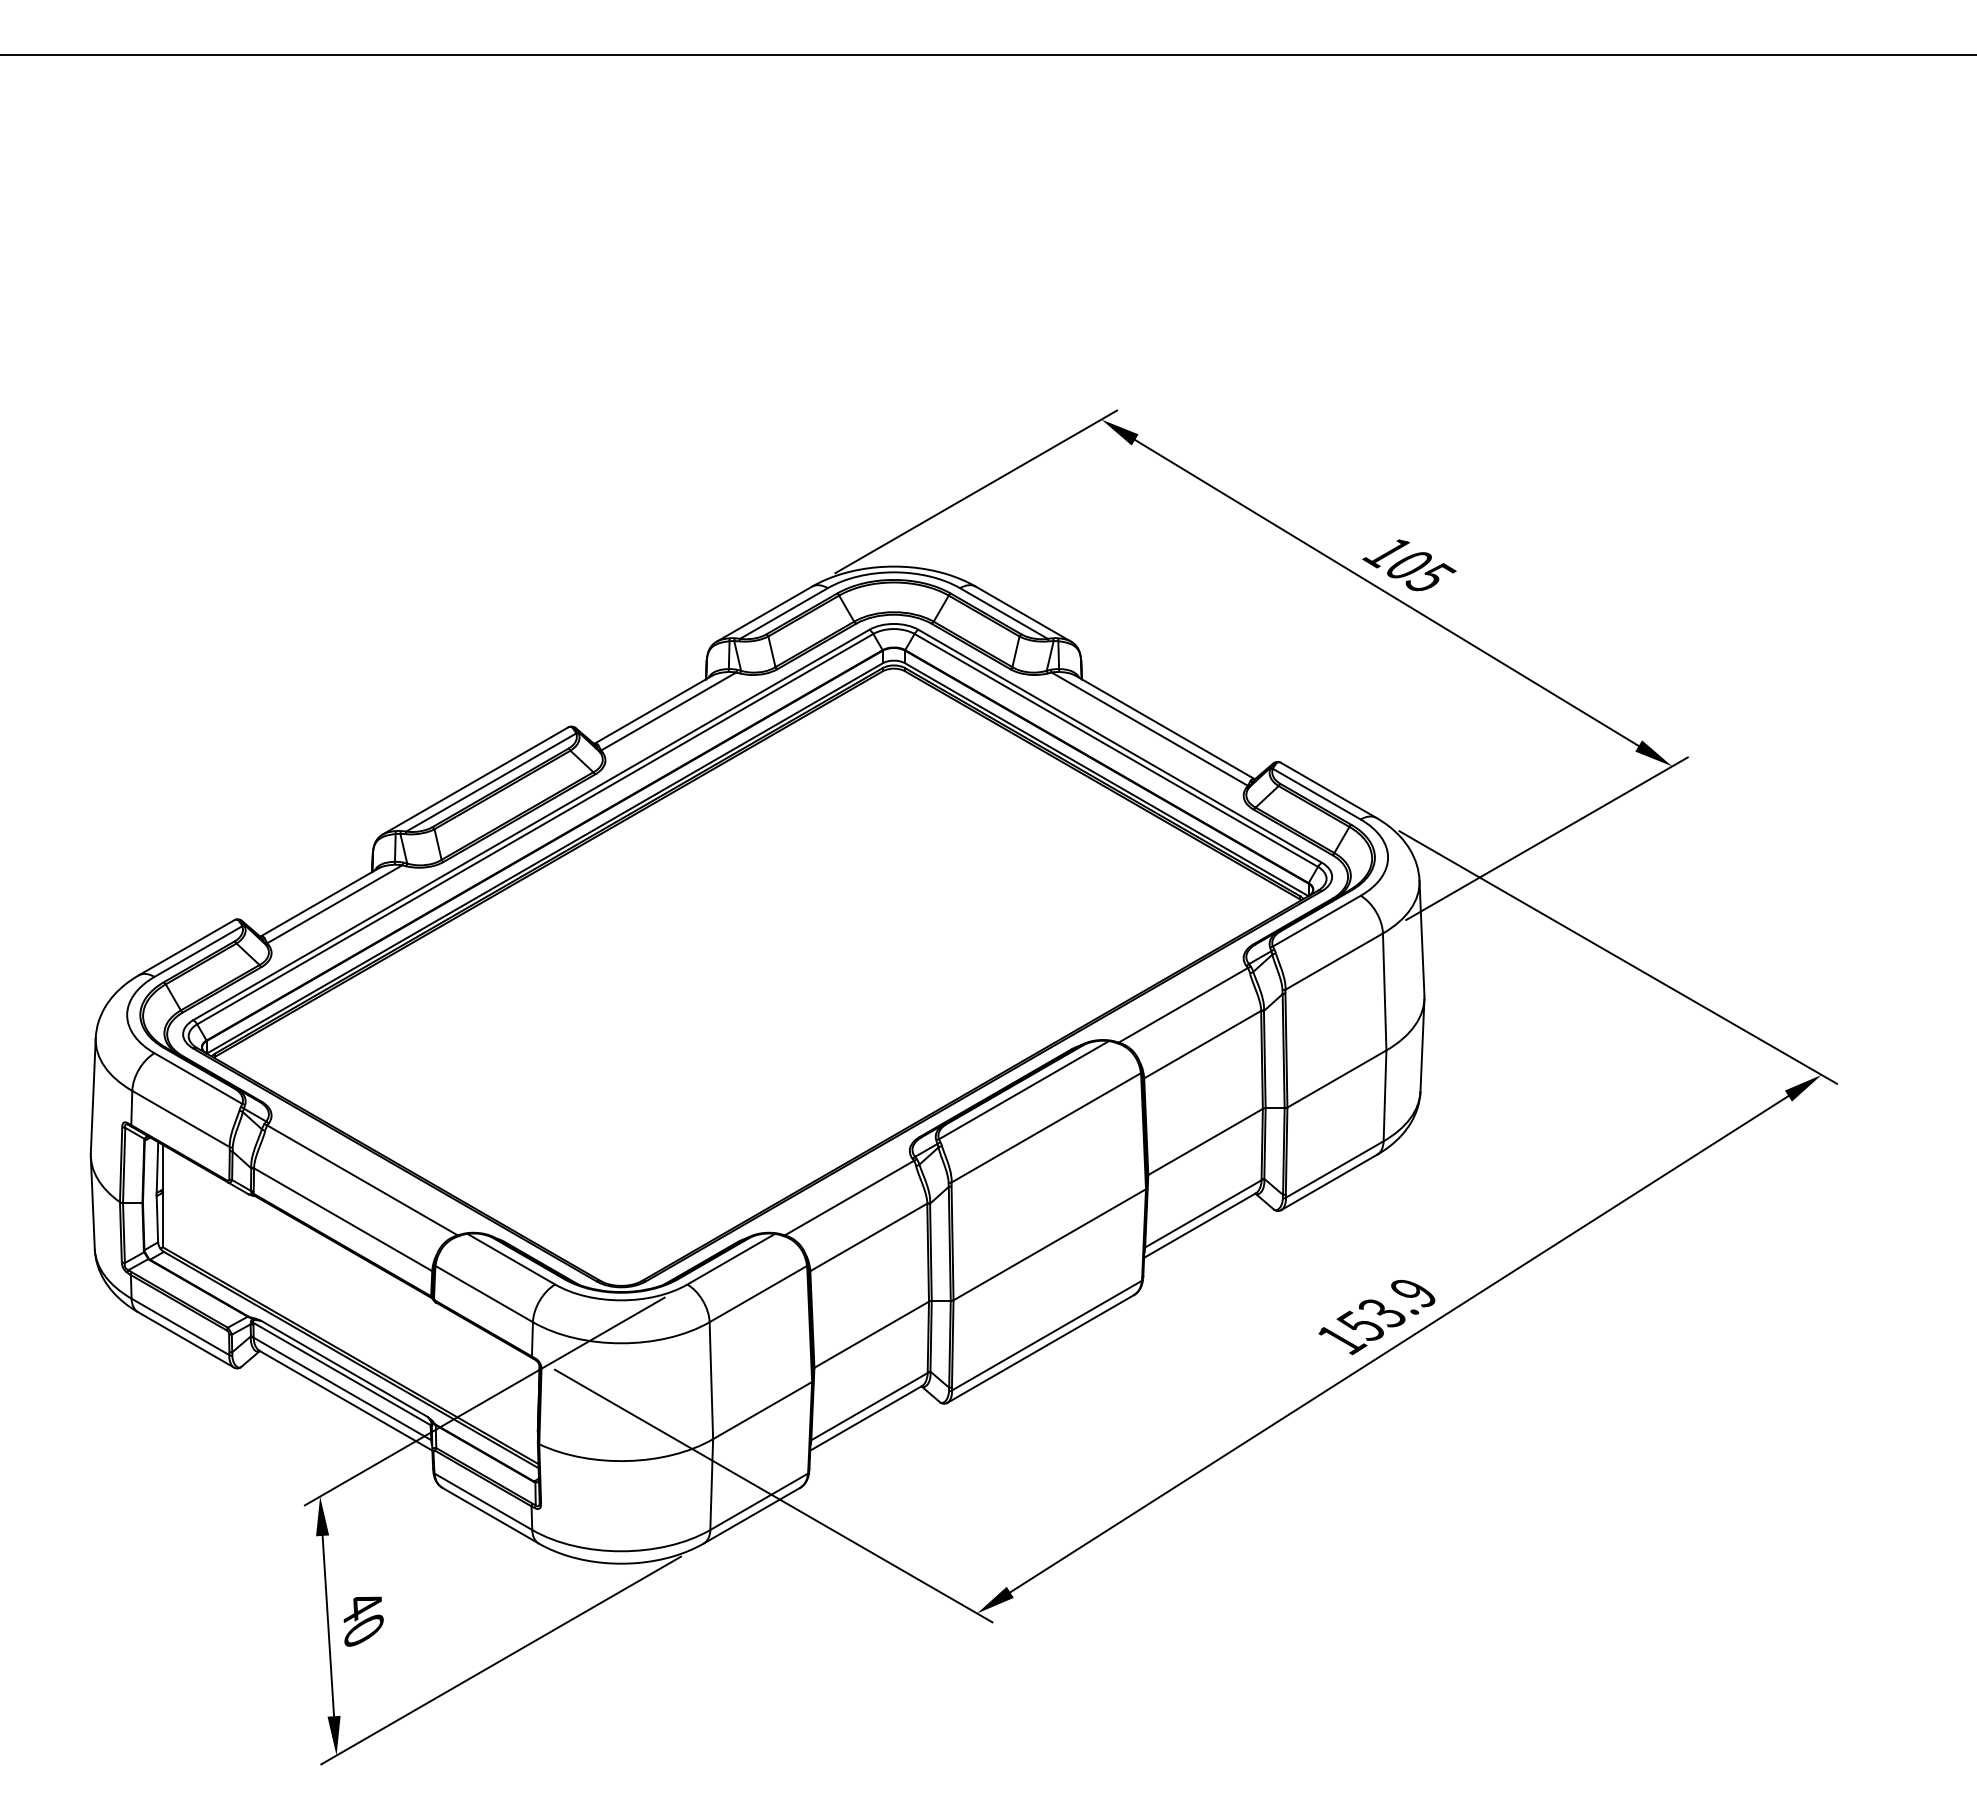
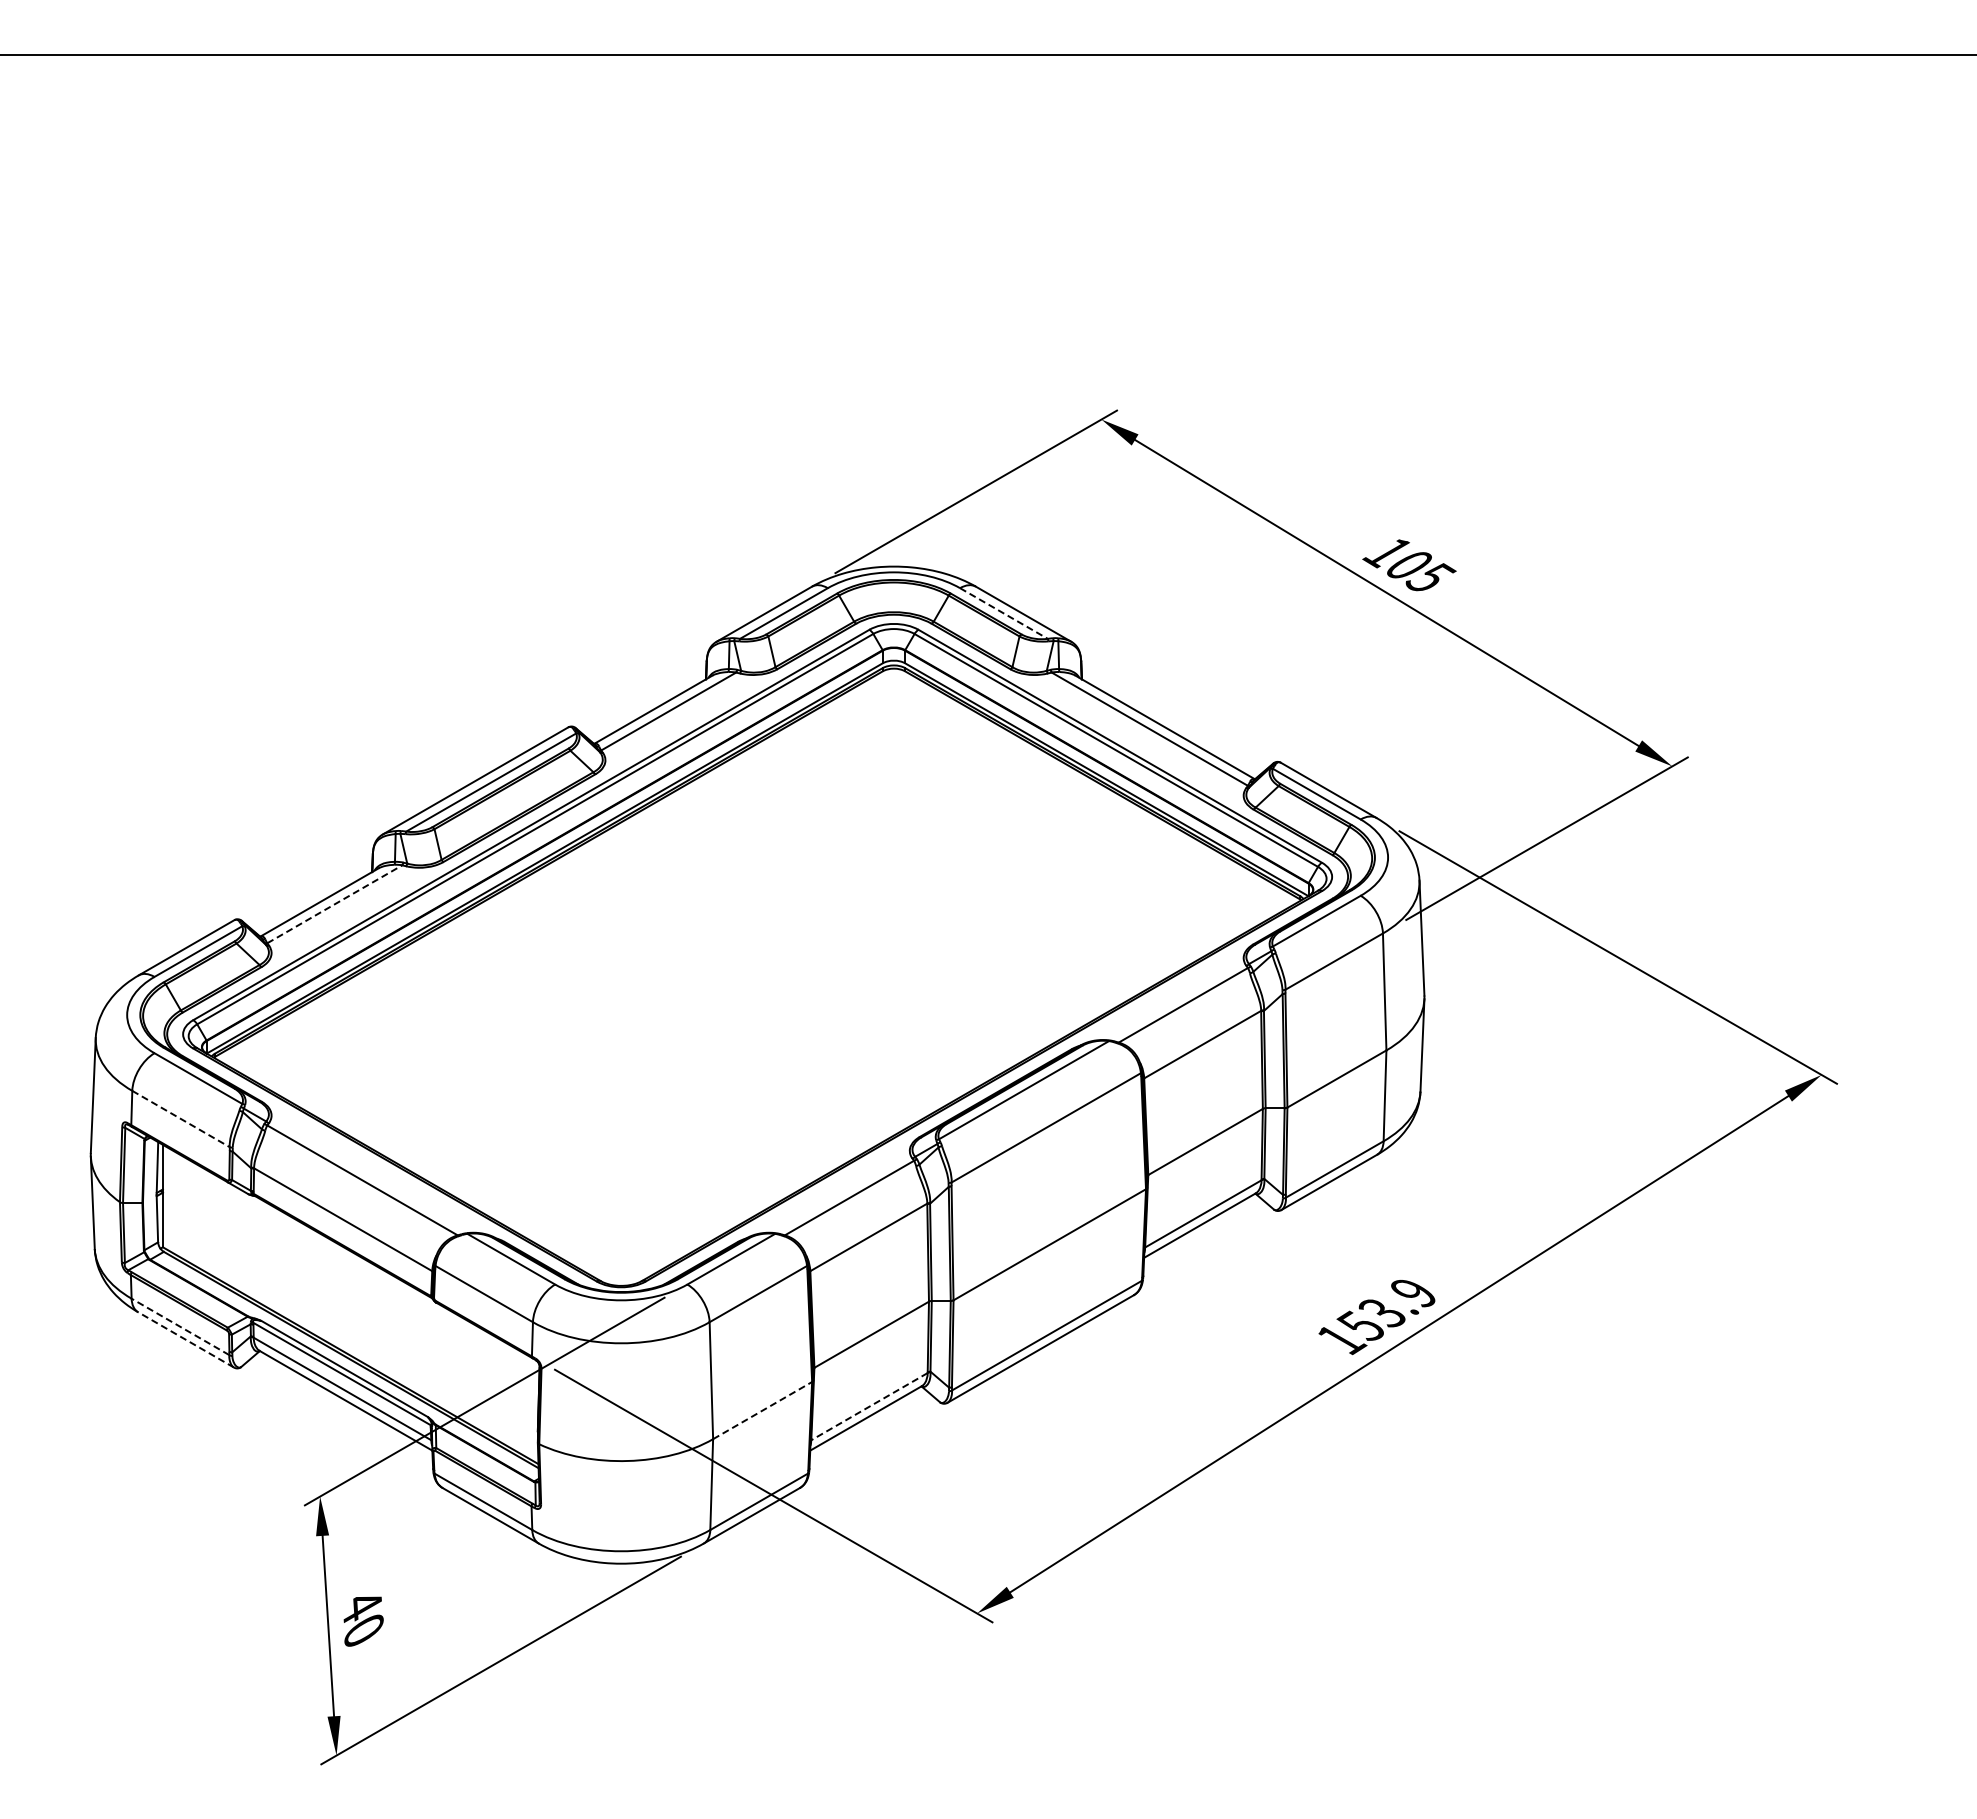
line at (1003, 613): solid -> dashed
line at (334, 904): solid -> dashed
line at (181, 1119): solid -> dashed
line at (180, 1326): solid -> dashed
line at (185, 1339): solid -> dashed
line at (869, 1406): solid -> dashed
line at (763, 1410): solid -> dashed
